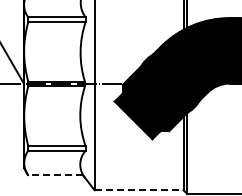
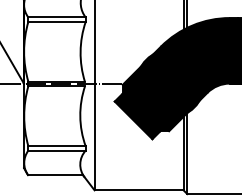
line at (55, 175): dashed -> solid
line at (139, 190): dashed -> solid
